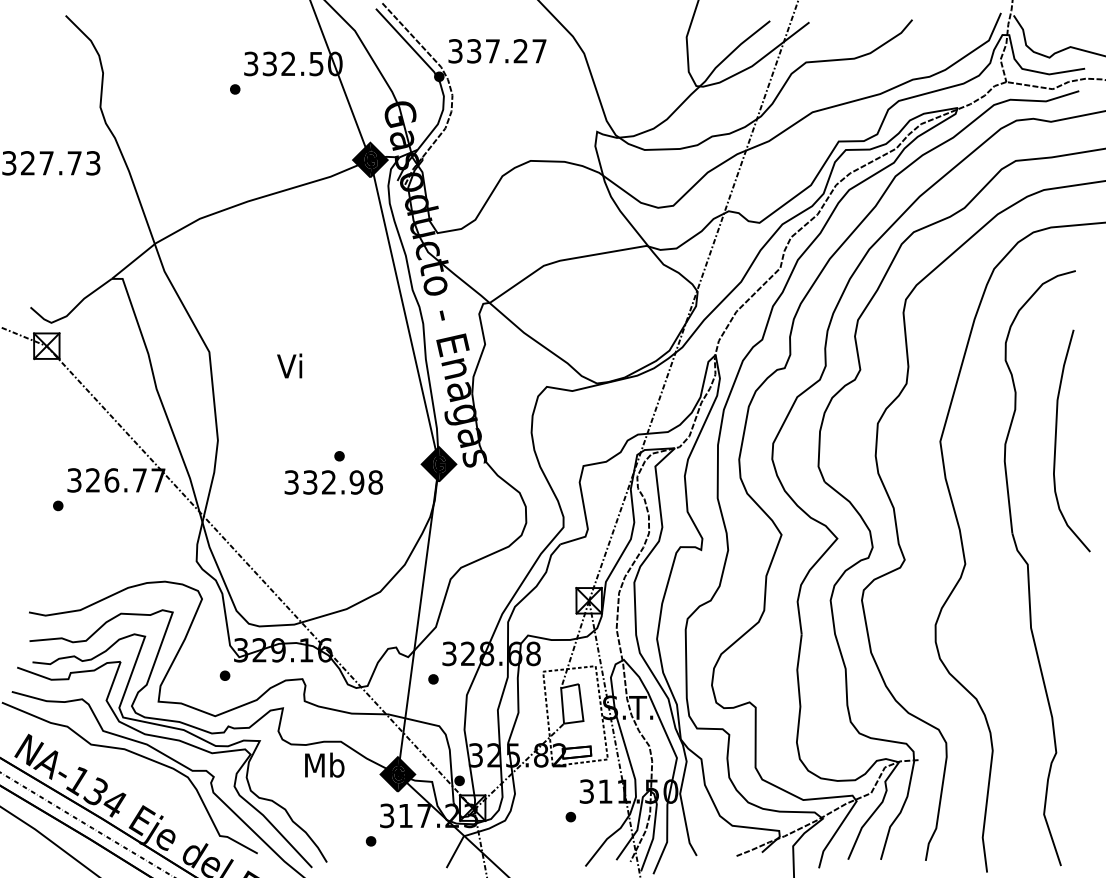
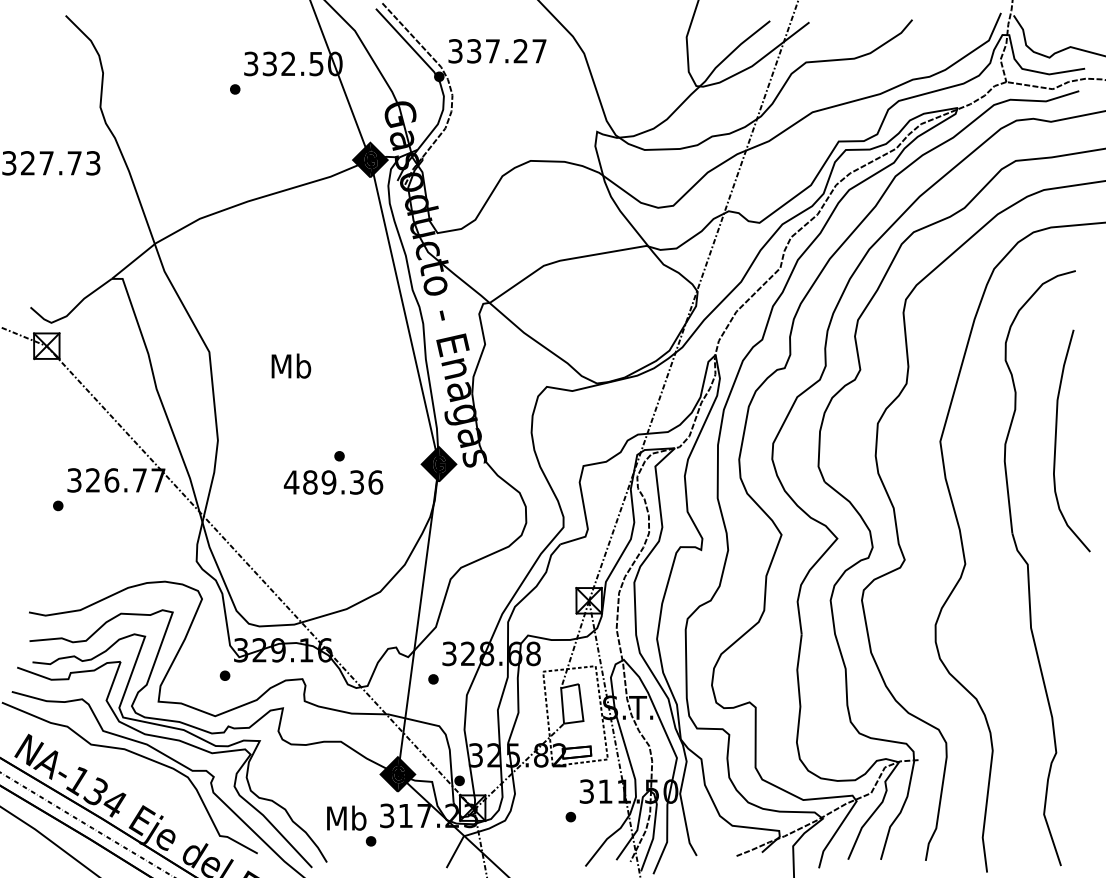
text at (291, 365): Vi -> Mb
text at (333, 482): 332.98 -> 489.36
text at (324, 764) position: (324, 764) -> (346, 817)
